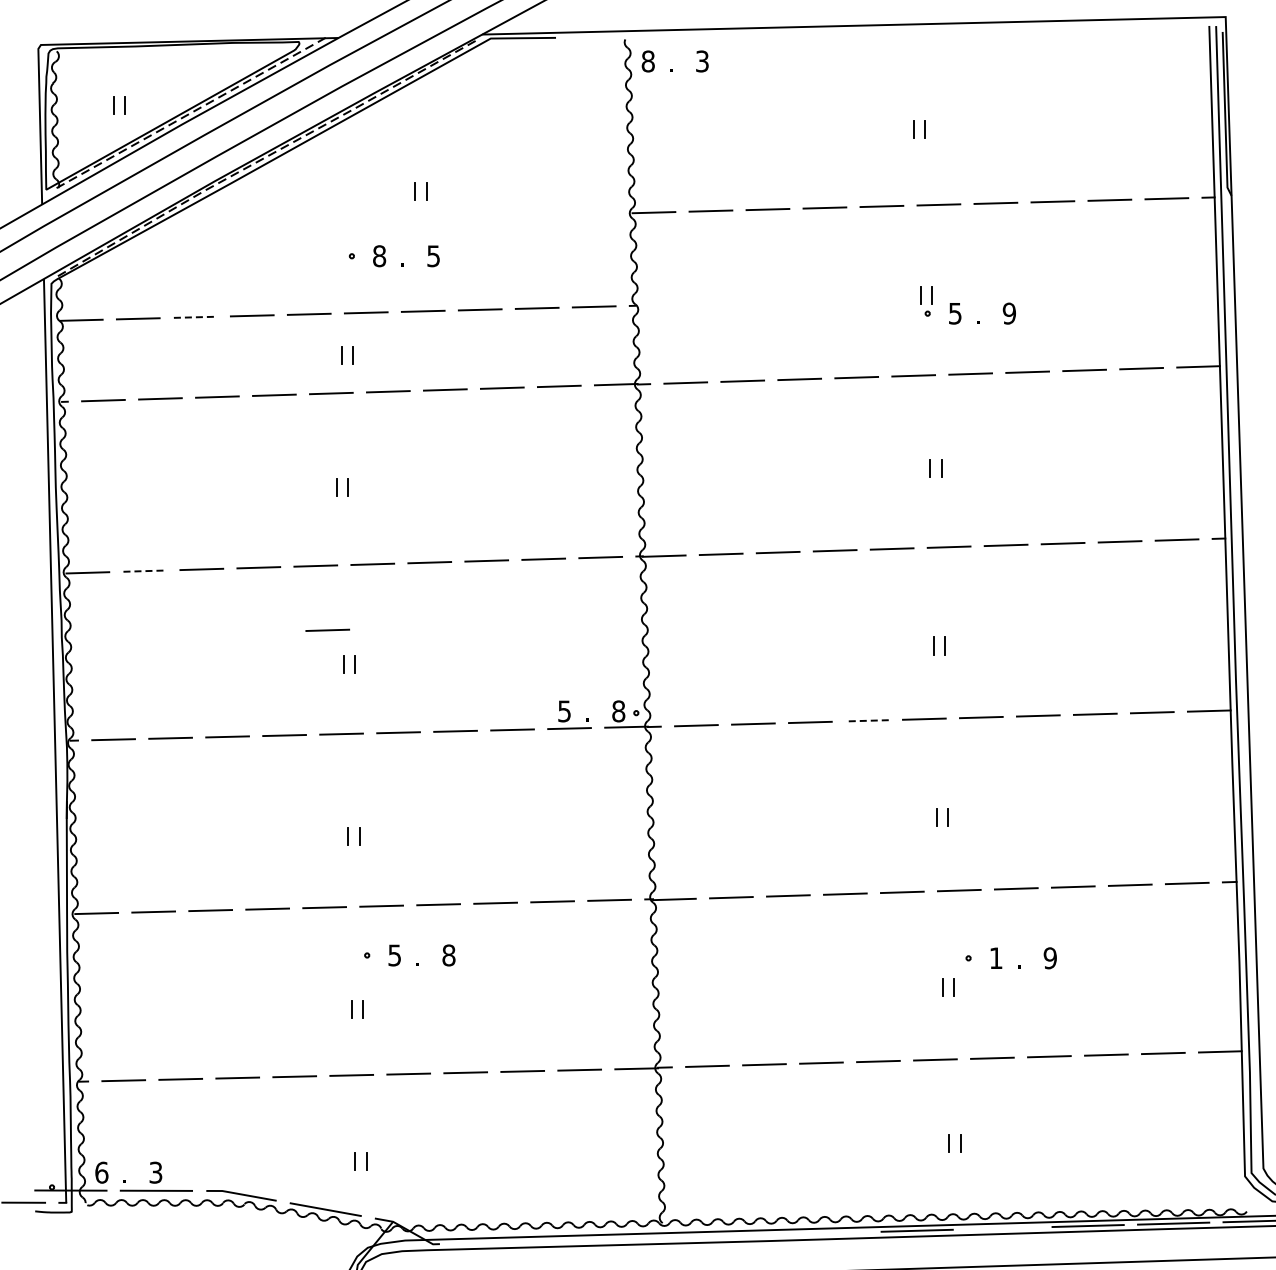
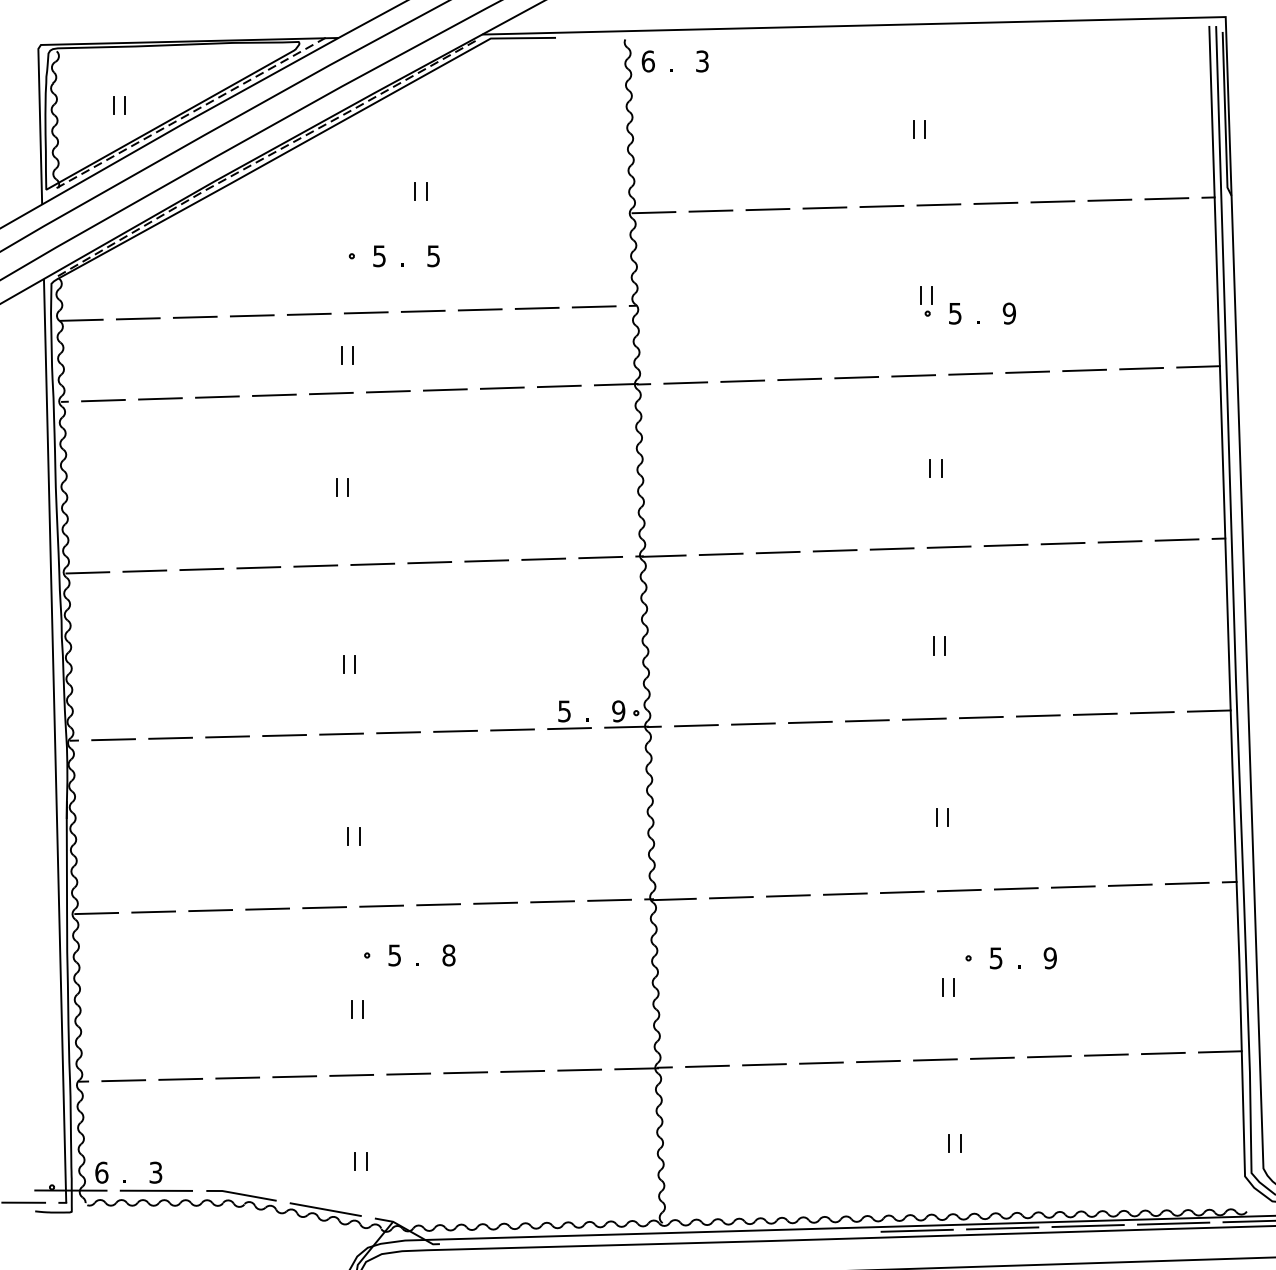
text at (647, 61): 8 -> 6
text at (379, 256): 8 -> 5
line at (195, 317): dashed -> solid
line at (145, 571): dashed -> solid
line at (327, 629): present -> none
text at (618, 711): 8 -> 9
line at (866, 720): dashed -> solid
text at (996, 958): 1 -> 5
line at (1002, 1228): none -> present
